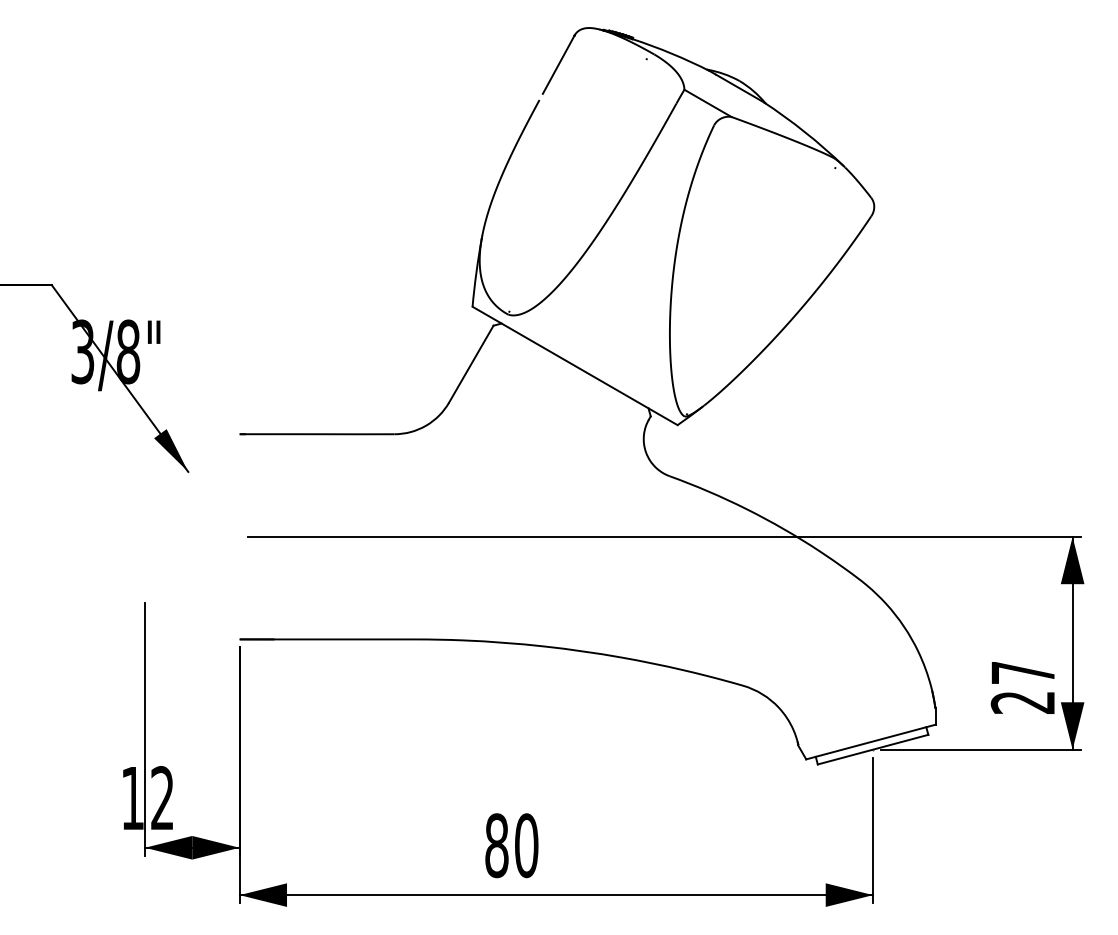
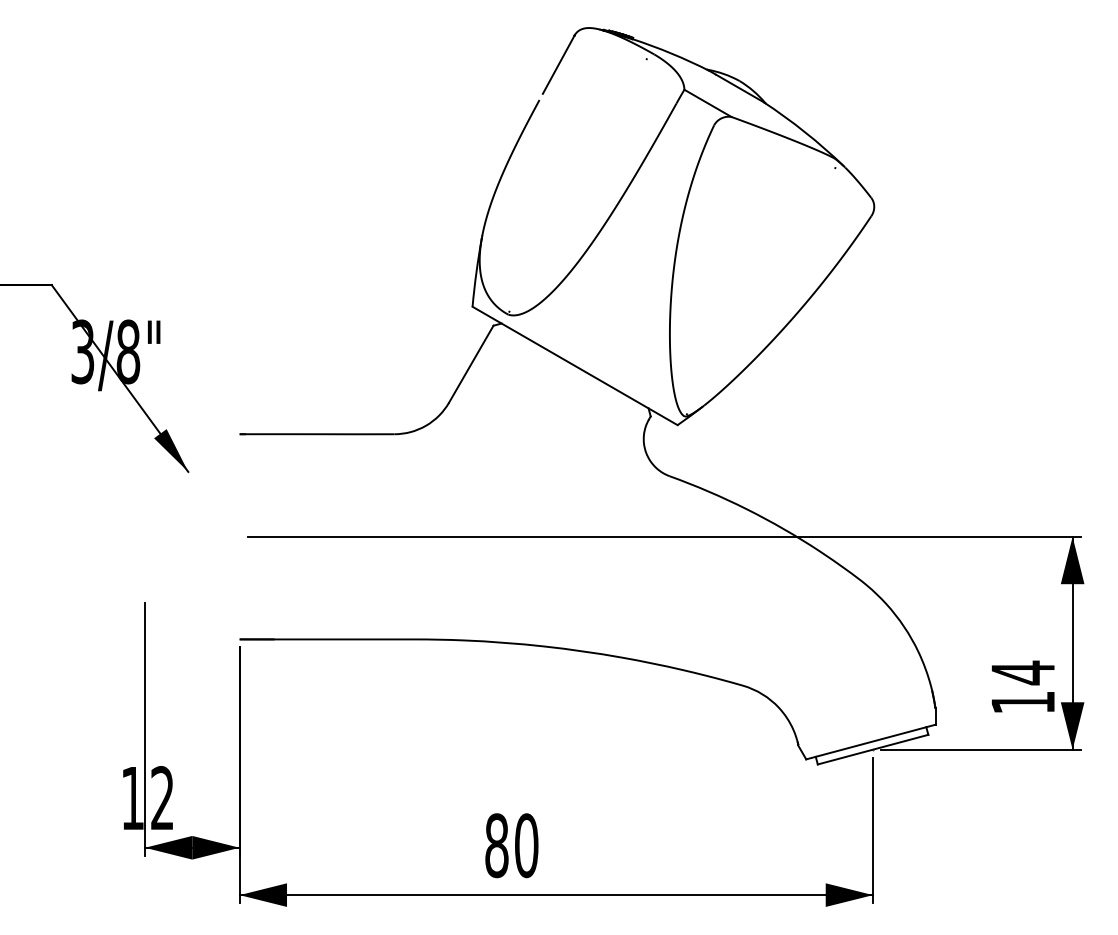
text at (1022, 686): 27 -> 14
